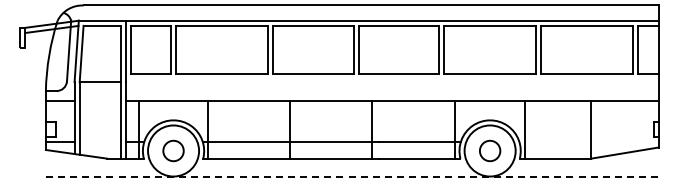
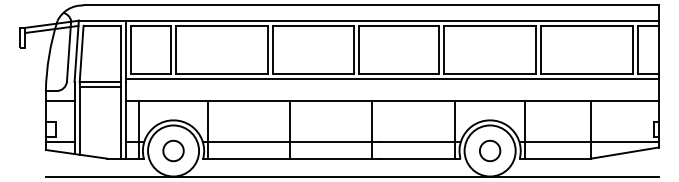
line at (391, 79): none -> present
line at (99, 87): none -> present
line at (588, 142): none -> present
line at (352, 176): dashed -> solid
